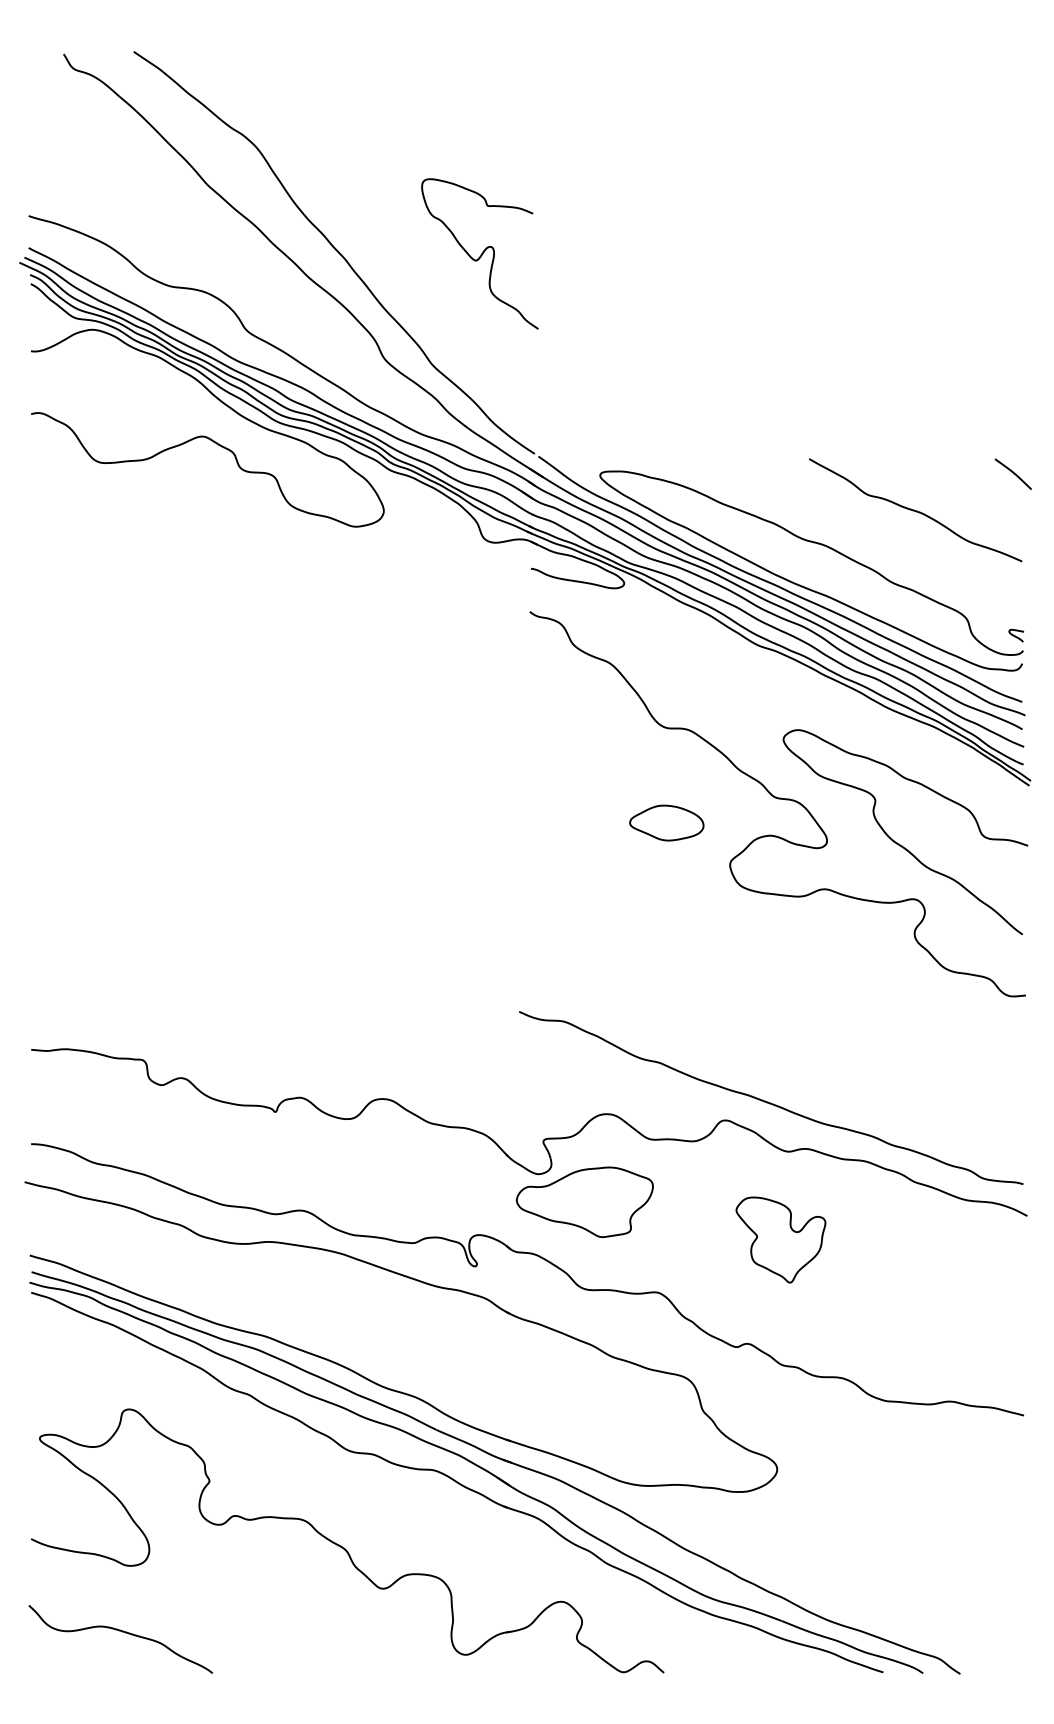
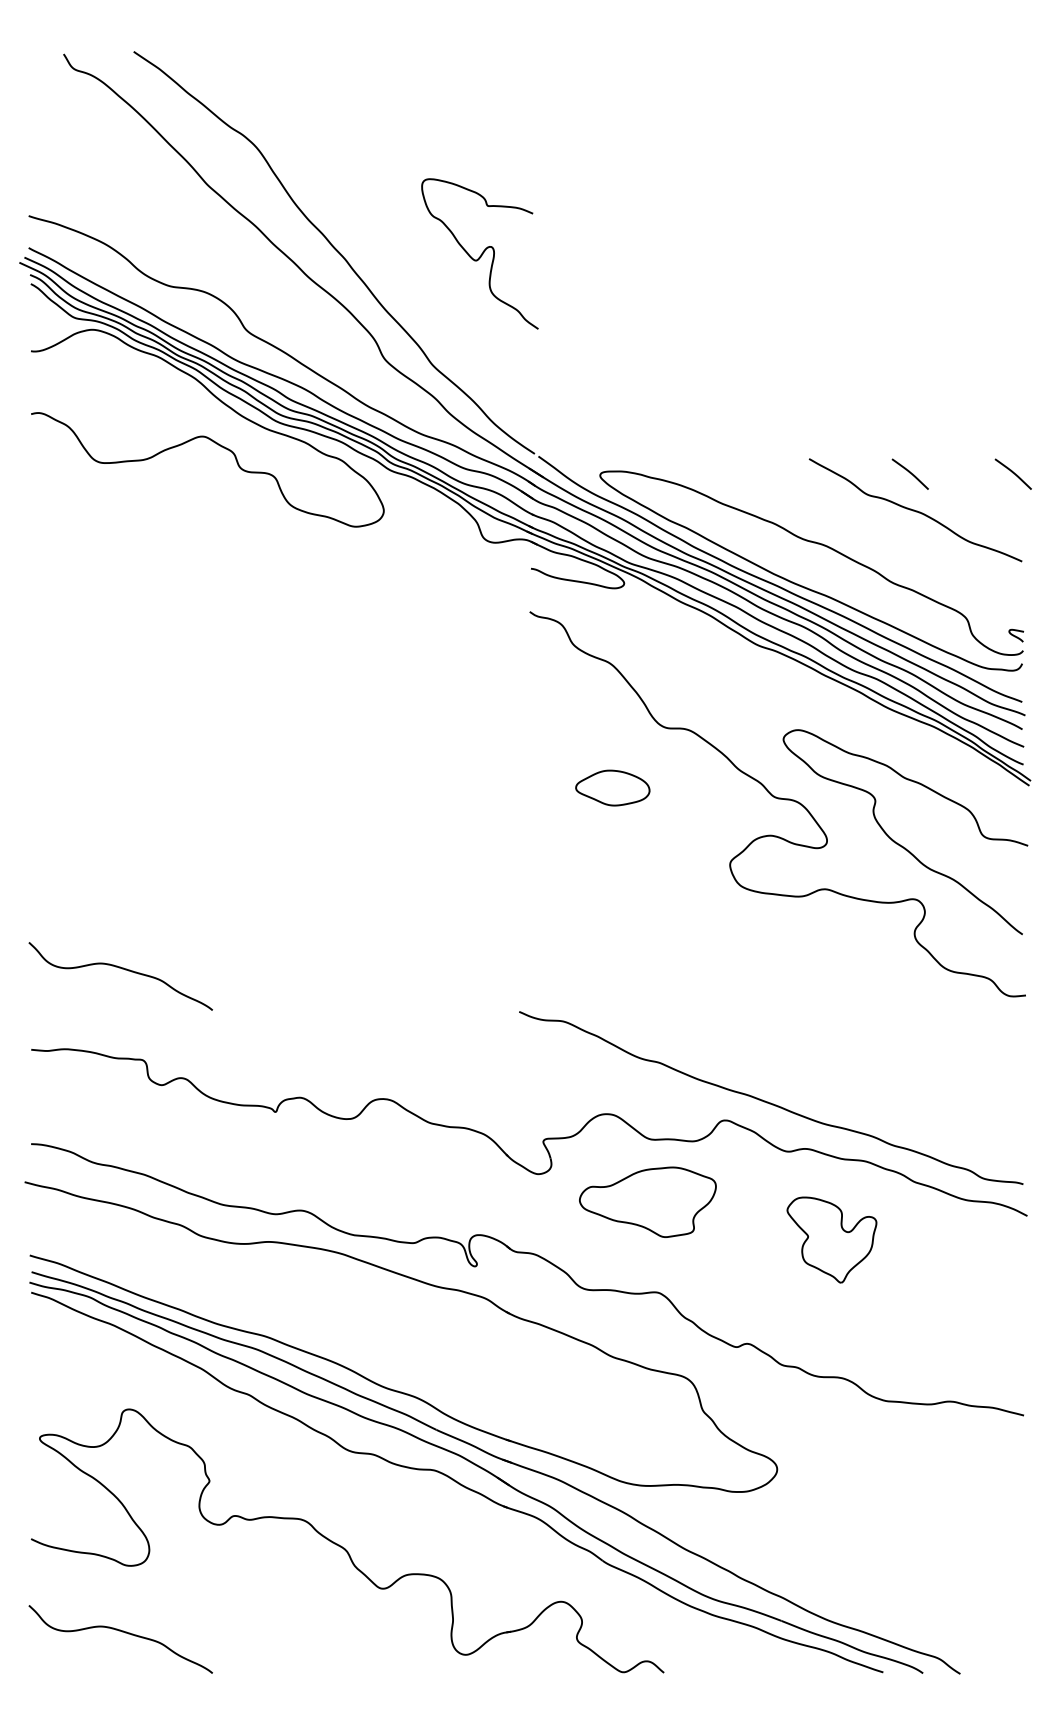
curve at (909, 473): none -> present
part at (666, 822) position: (666, 822) -> (612, 787)
curve at (122, 969): none -> present
part at (584, 1201) position: (584, 1201) -> (647, 1201)
part at (780, 1239) position: (780, 1239) -> (831, 1239)
